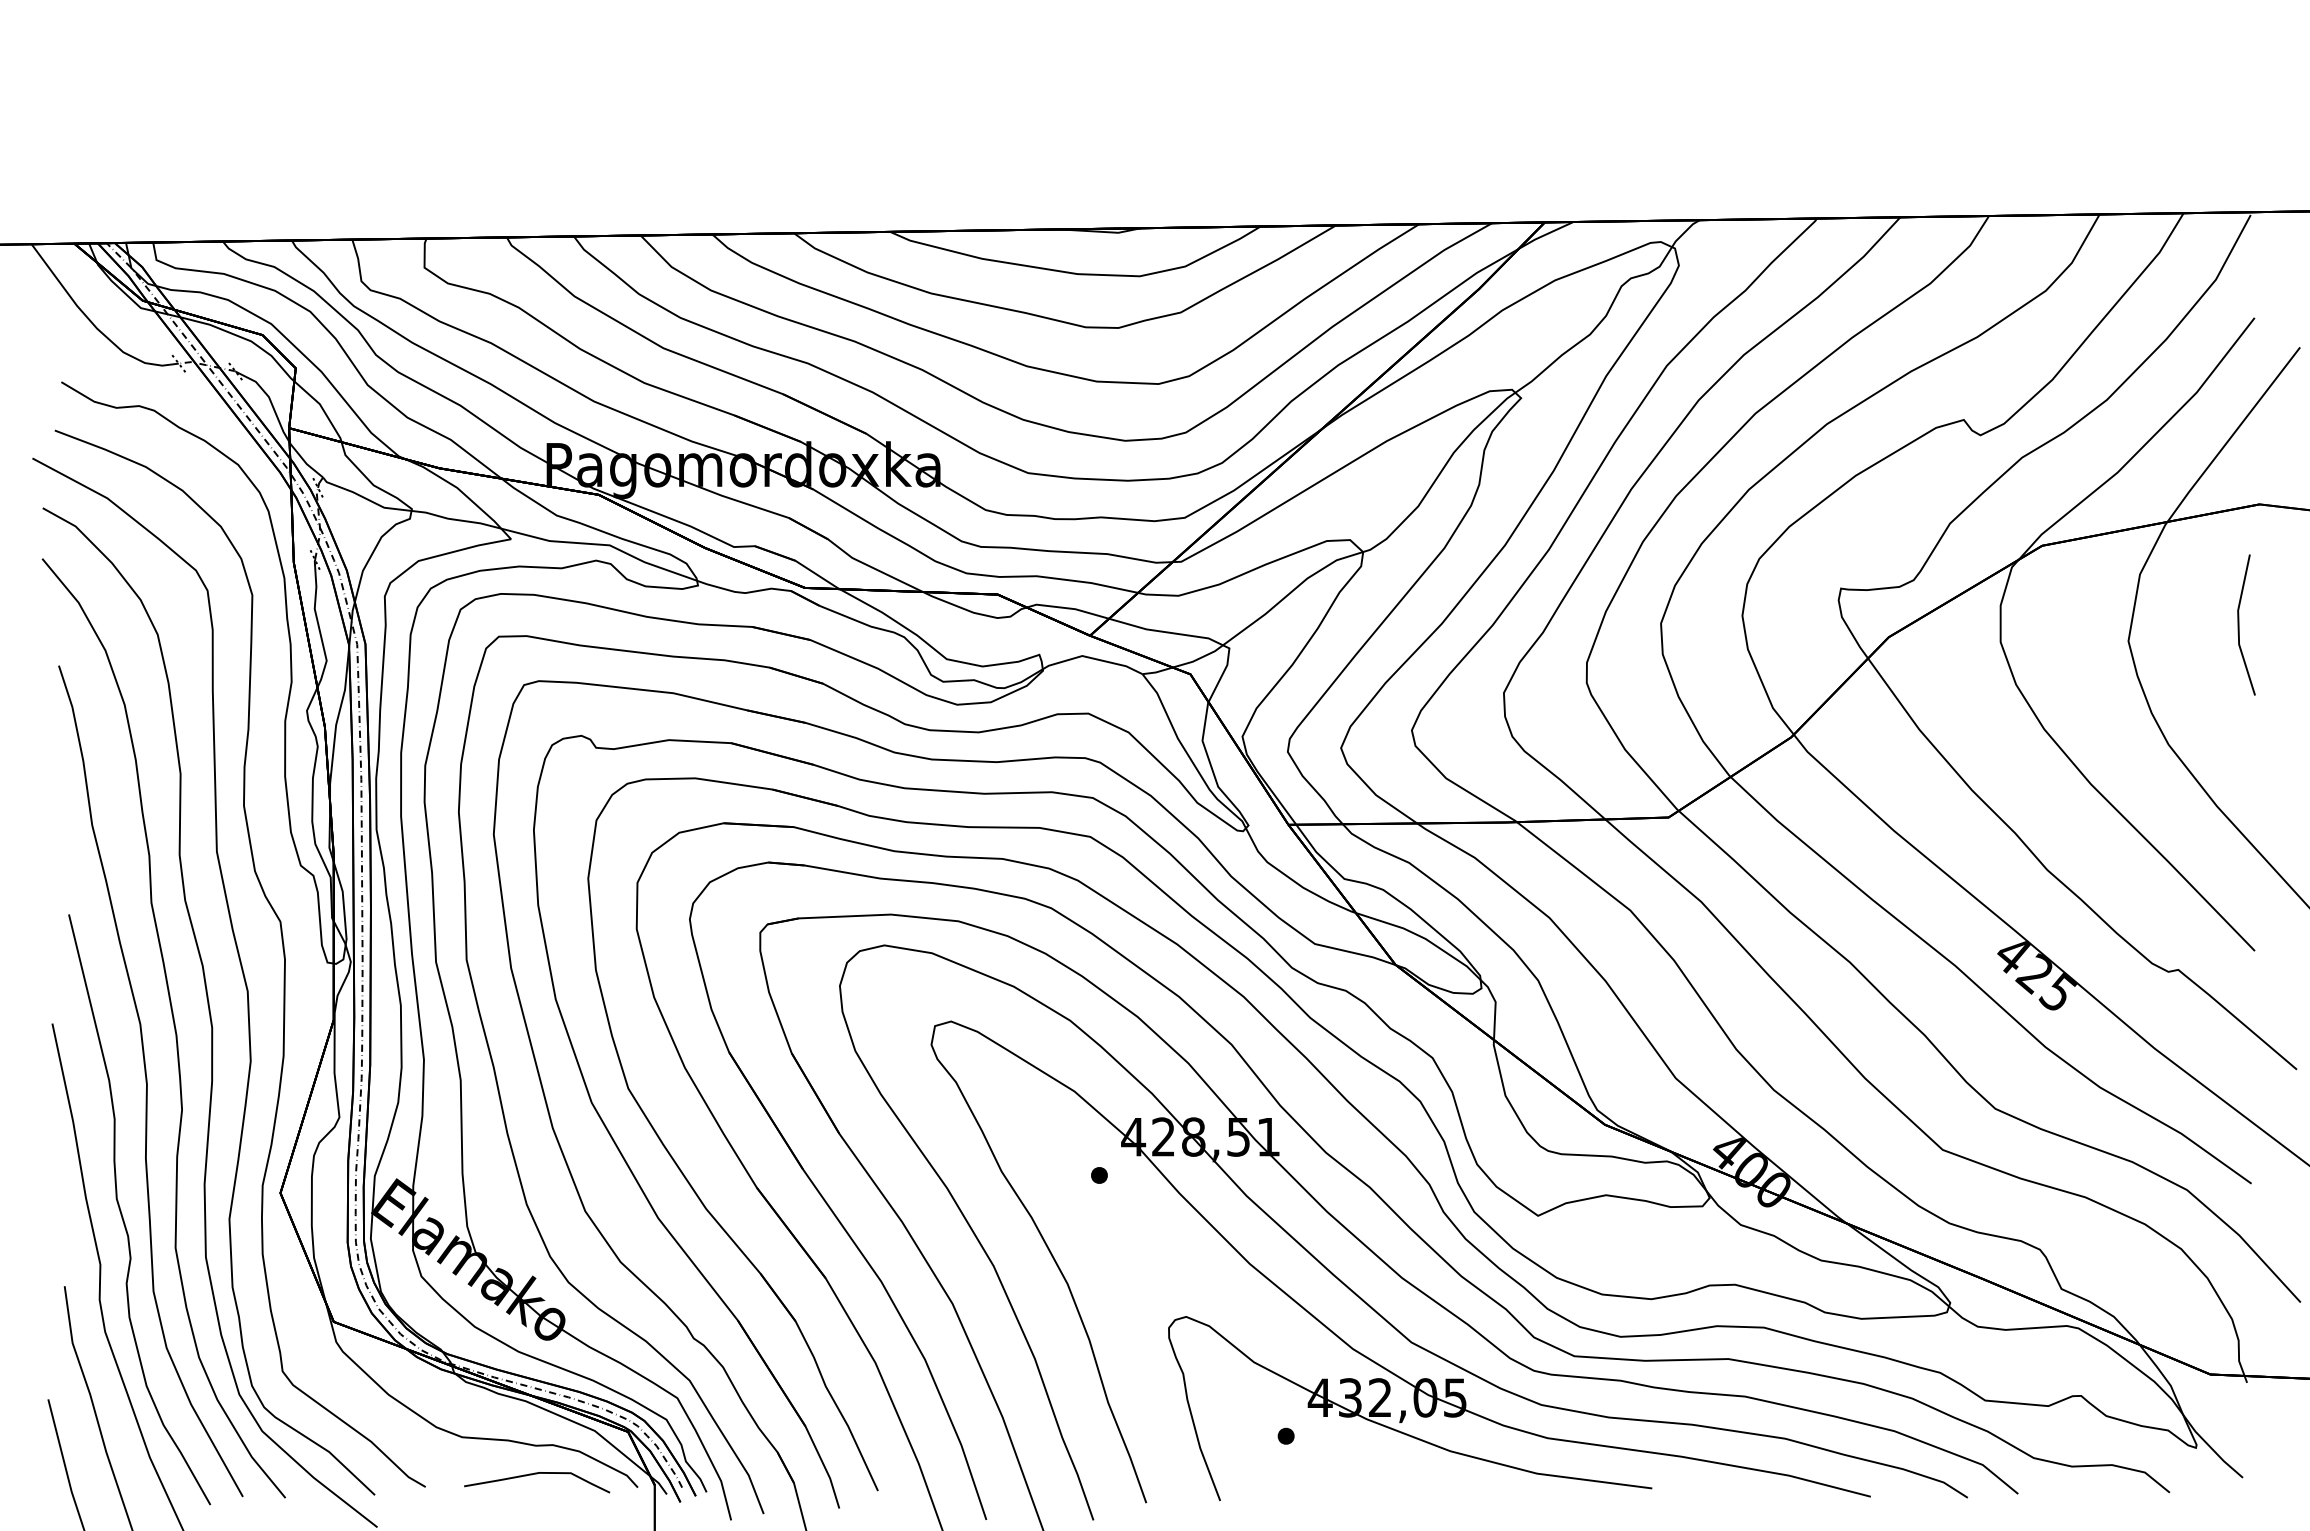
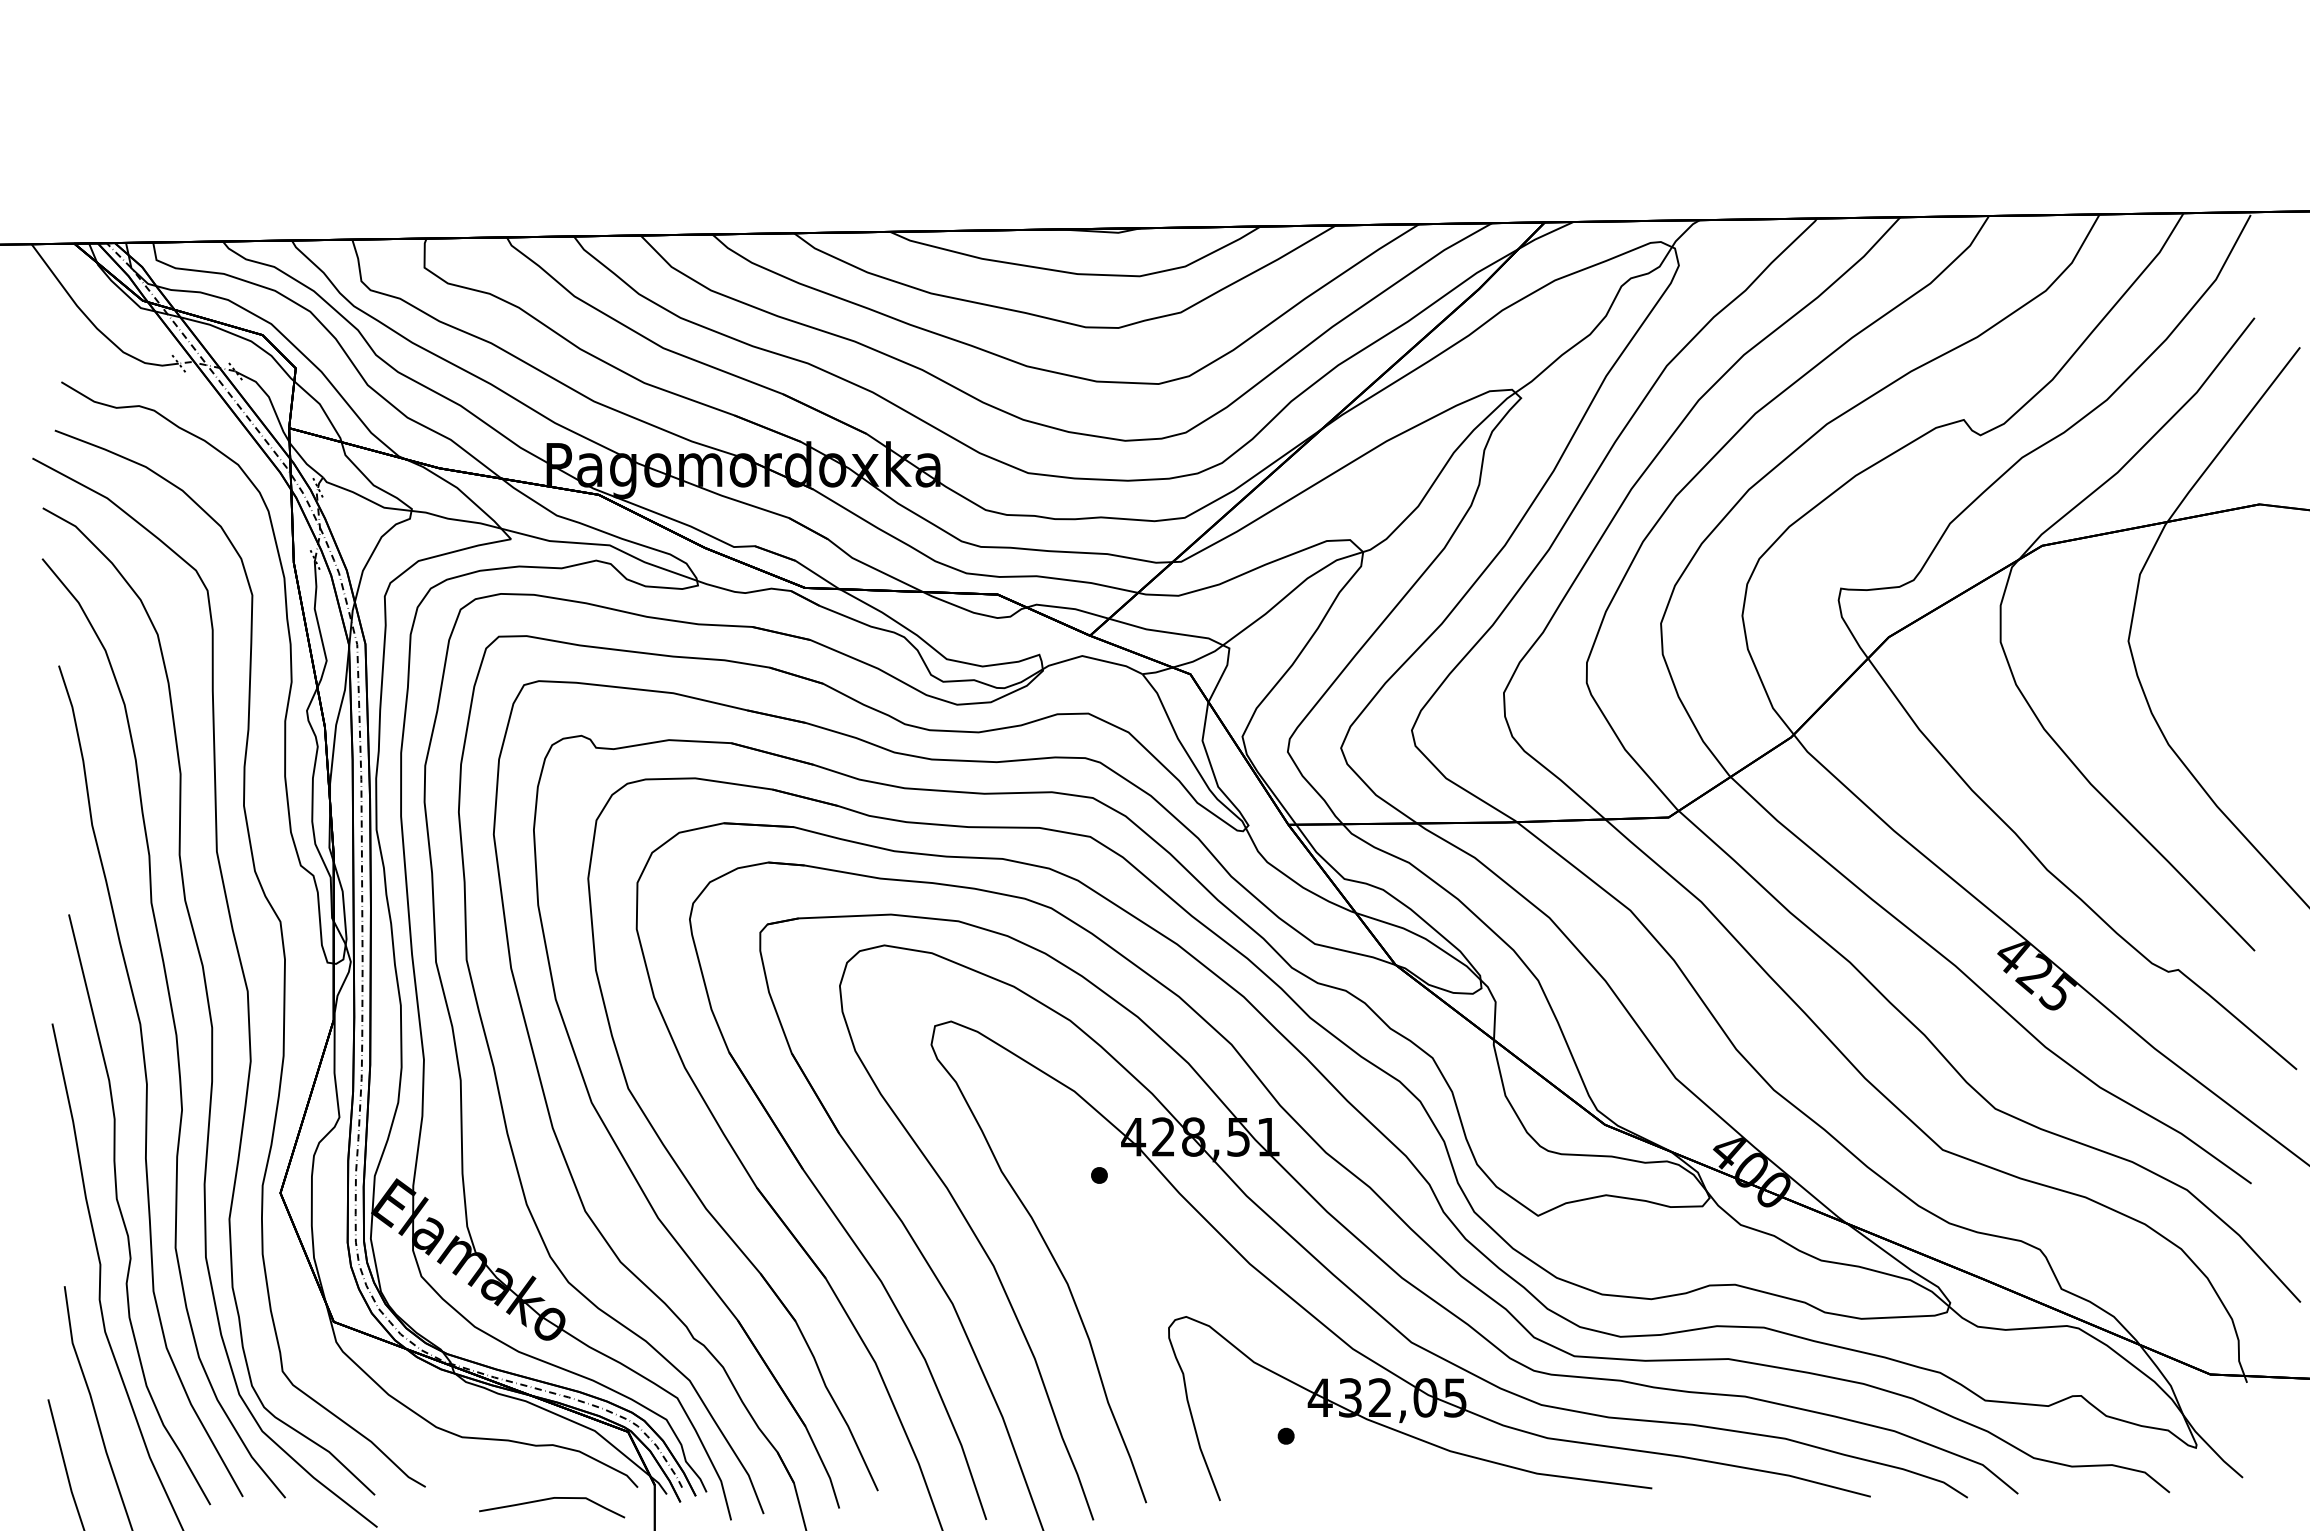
line at (2239, 624): present -> none
curve at (537, 1474) position: (537, 1474) -> (552, 1499)
